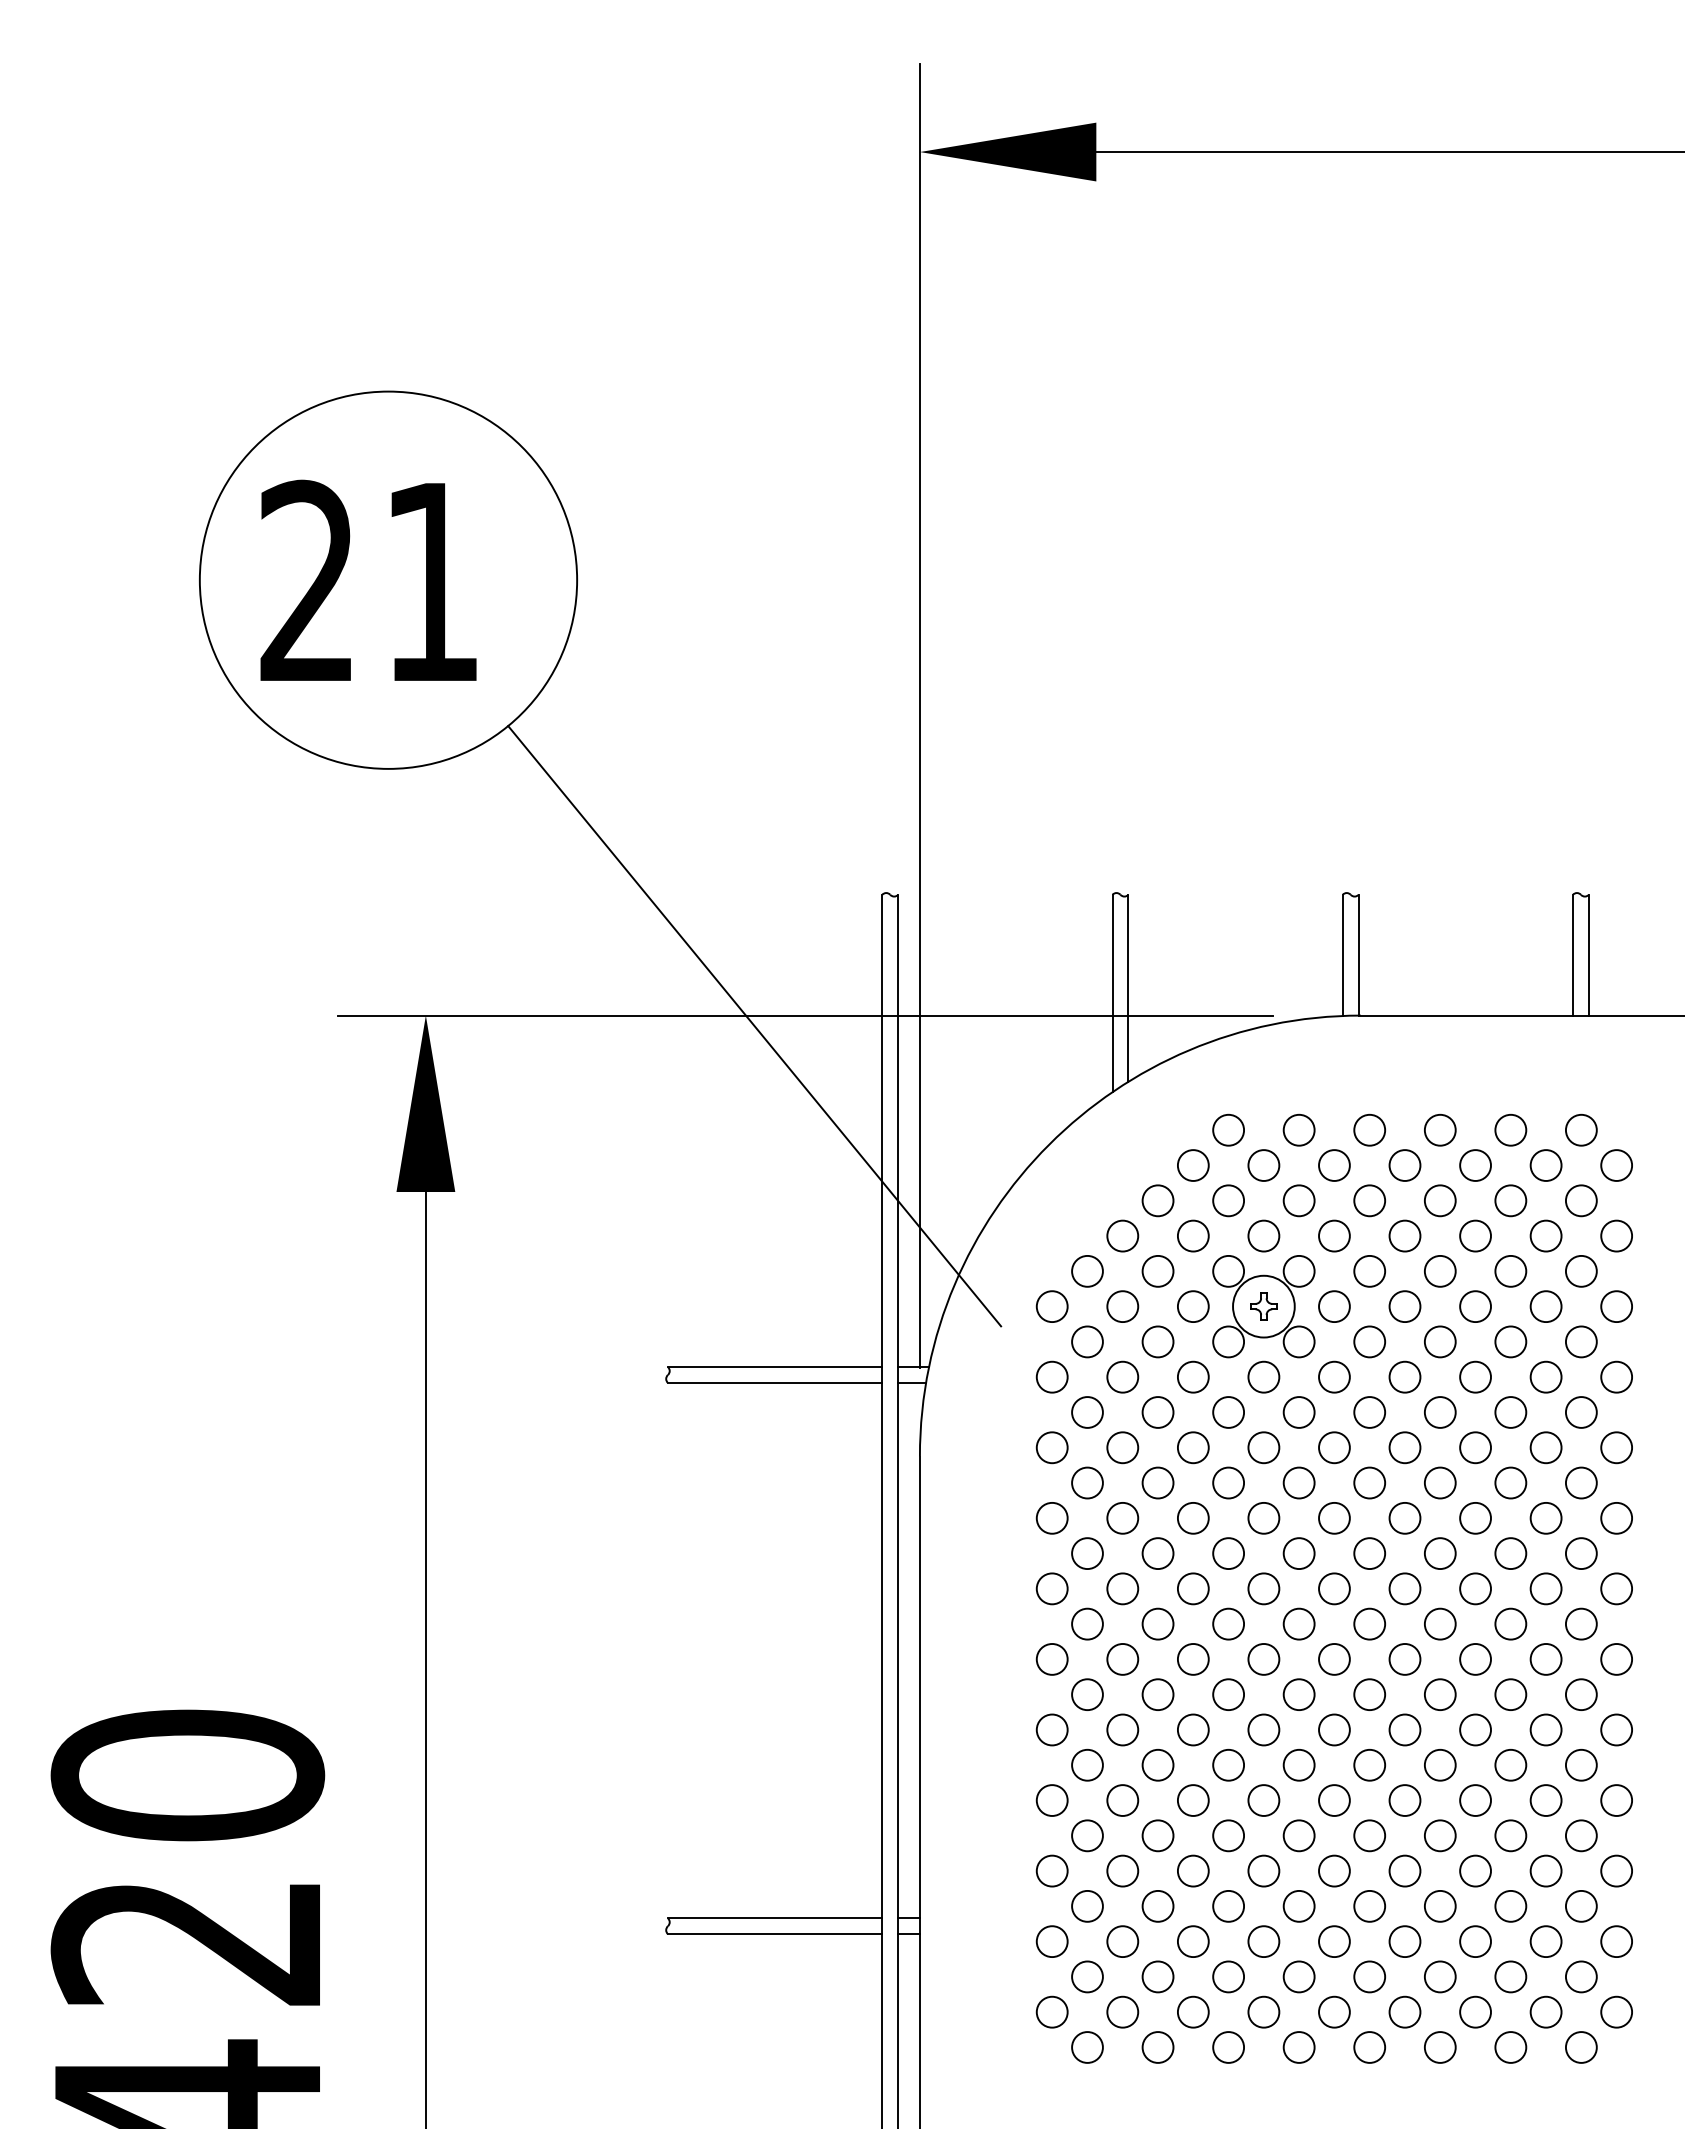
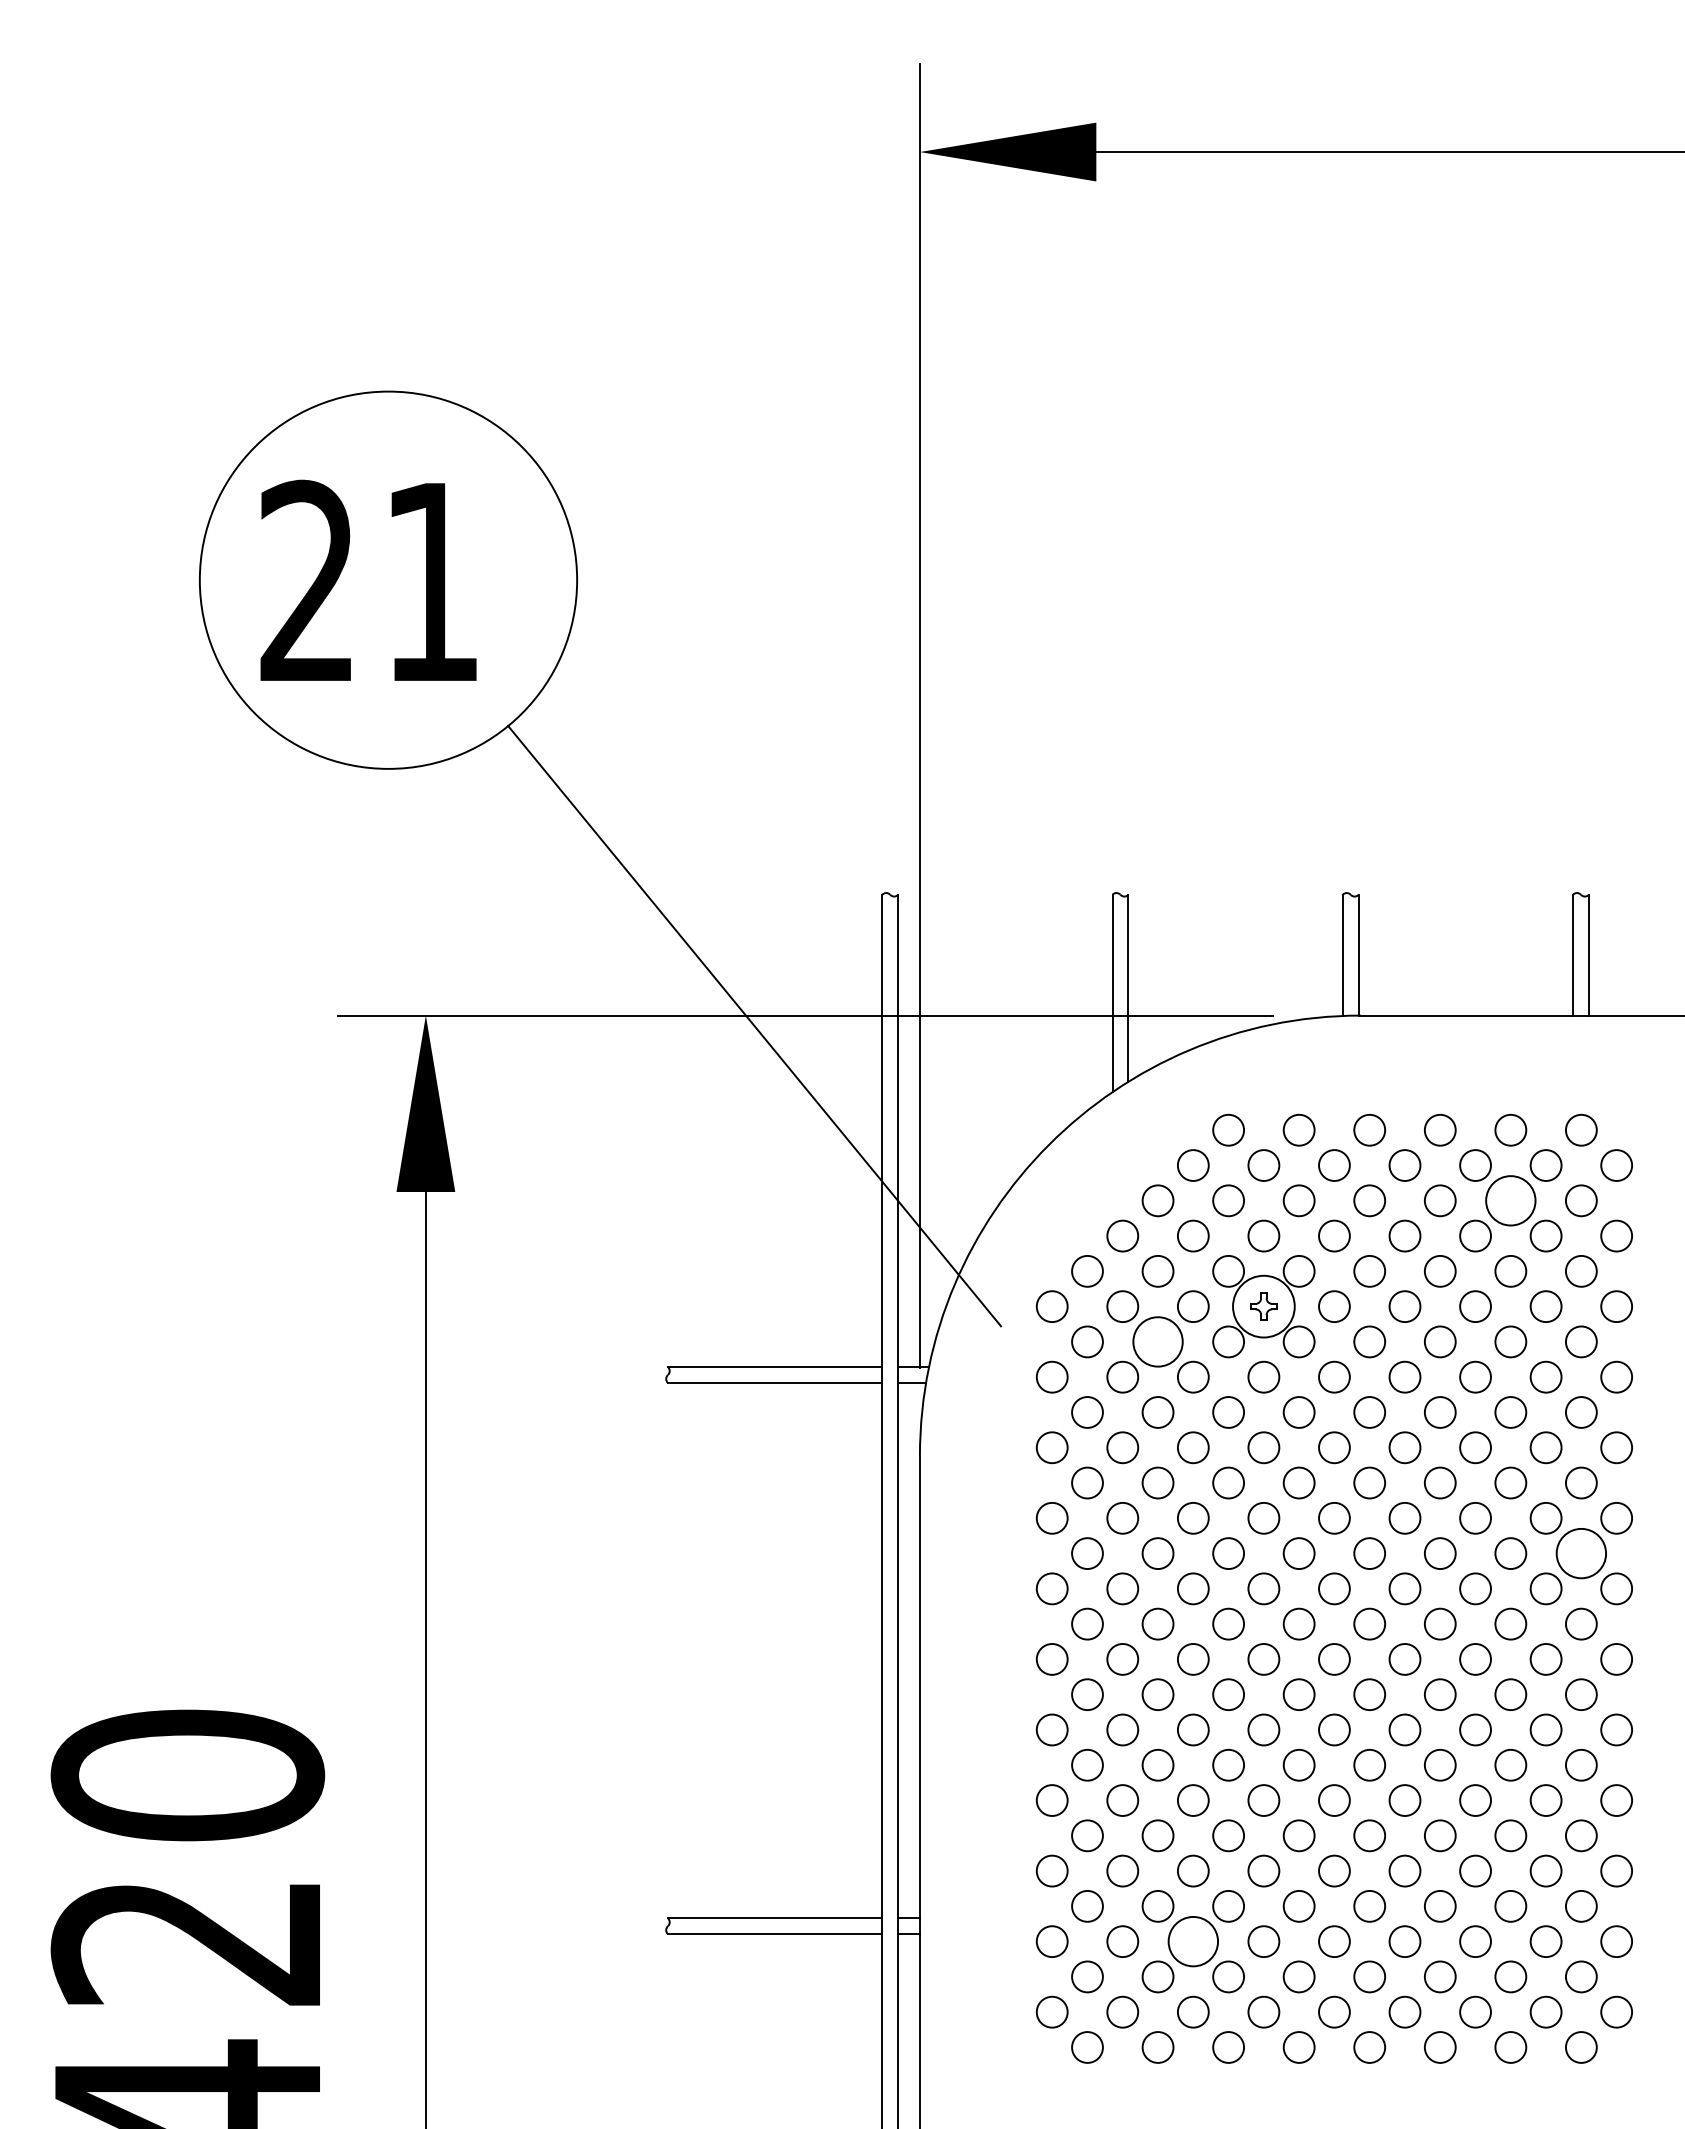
circle at (1510, 1200) diameter: 31 px -> 49 px
circle at (1157, 1341) diameter: 31 px -> 49 px
circle at (1580, 1553) diameter: 31 px -> 49 px
circle at (1192, 1941) diameter: 31 px -> 49 px
